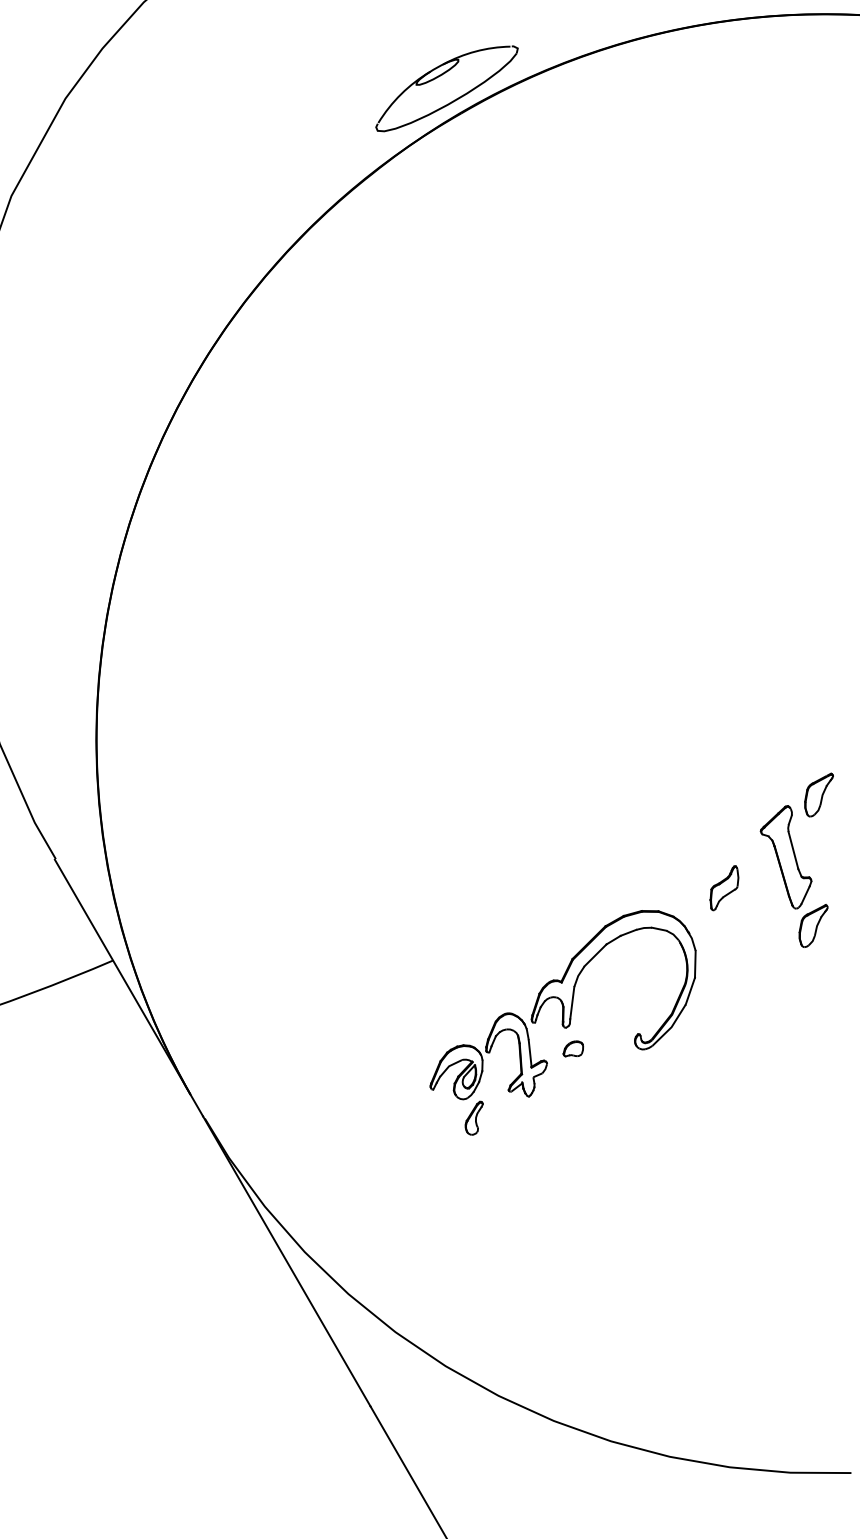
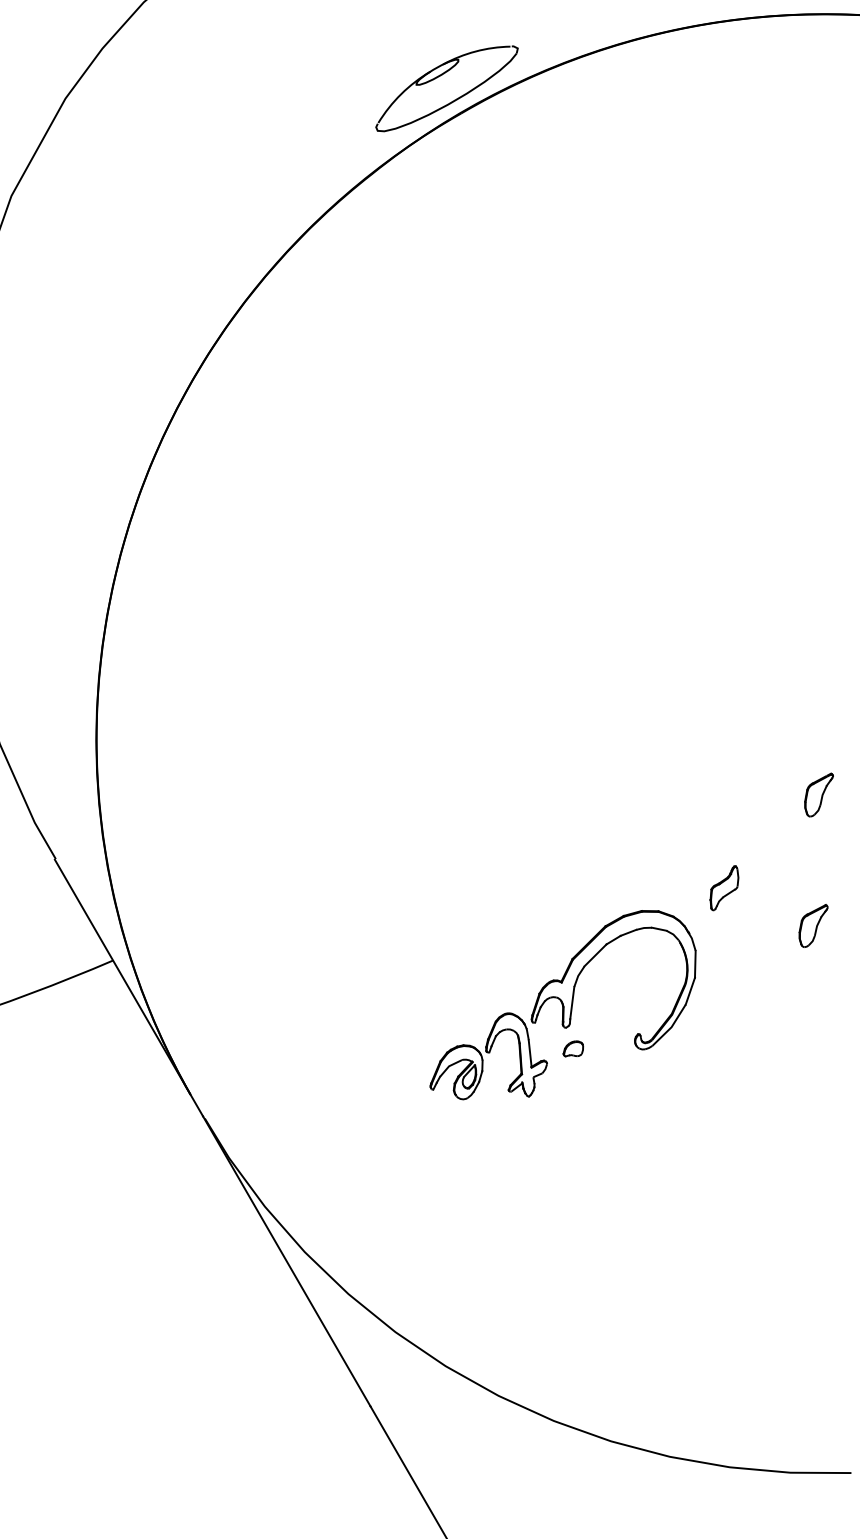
part at (785, 857): present -> none
part at (473, 1117): present -> none
